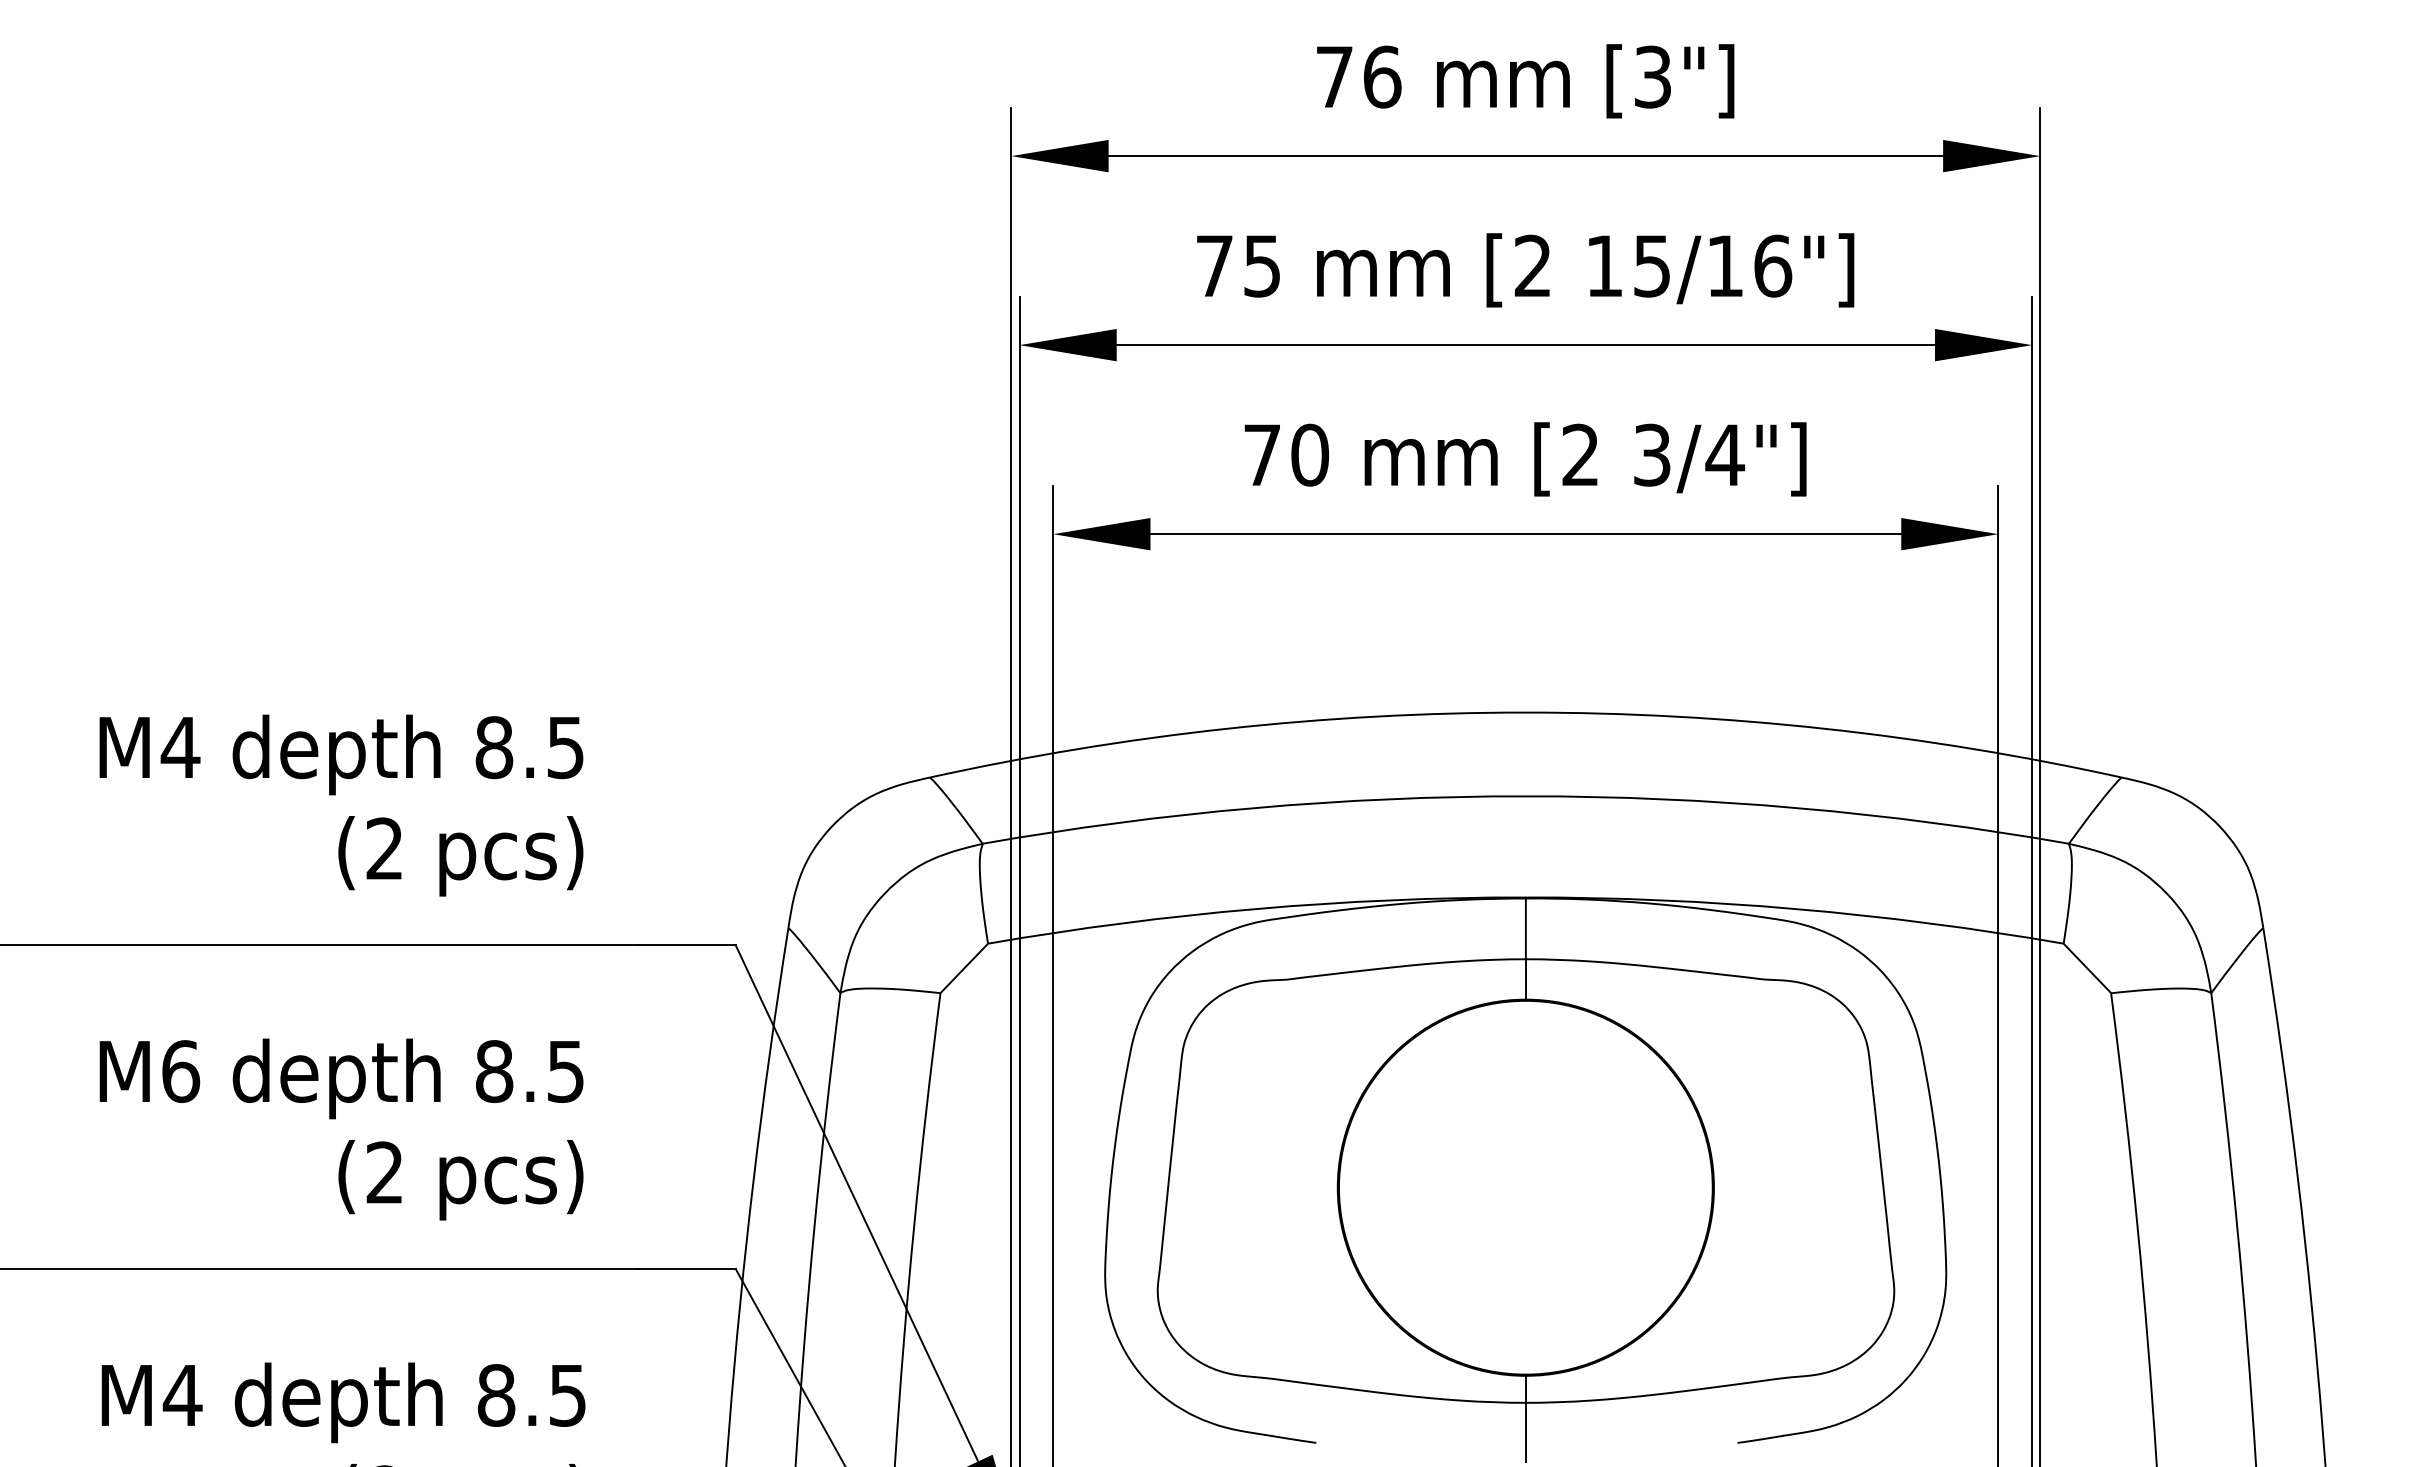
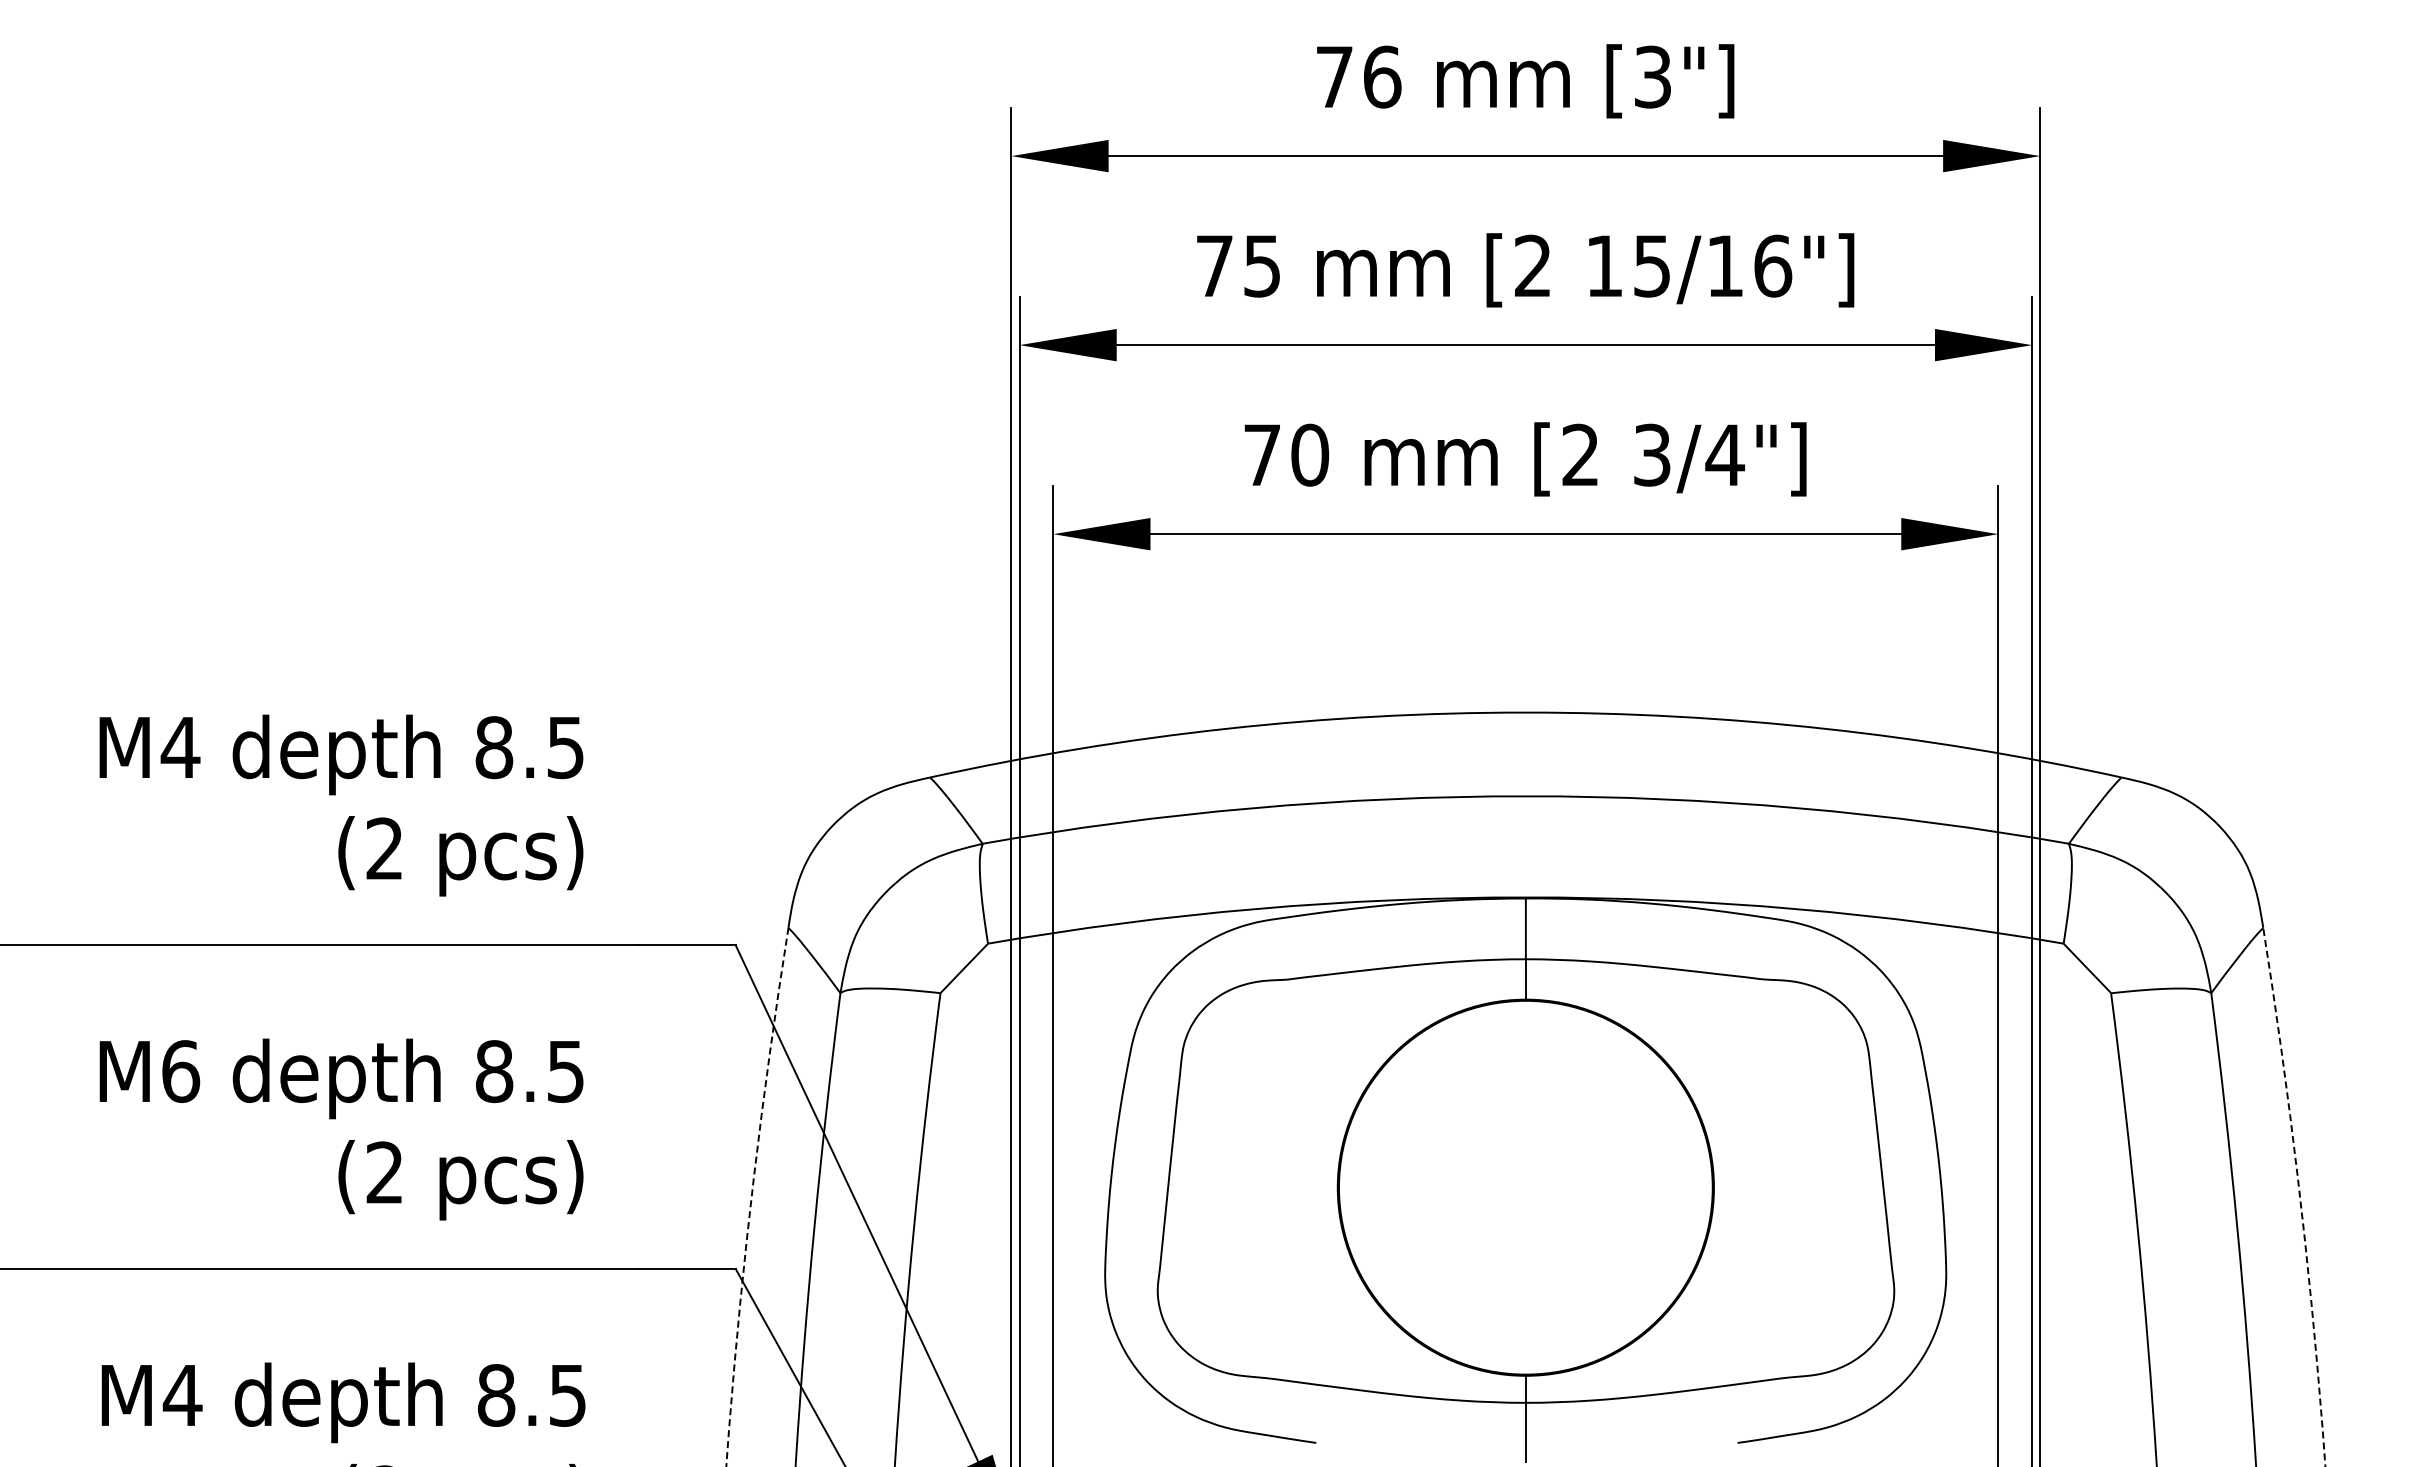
arc at (2299, 1196): solid -> dashed
arc at (751, 1197): solid -> dashed
